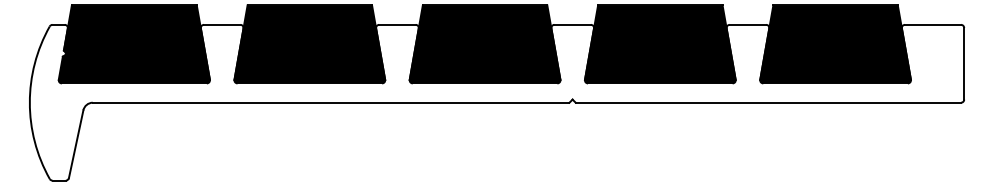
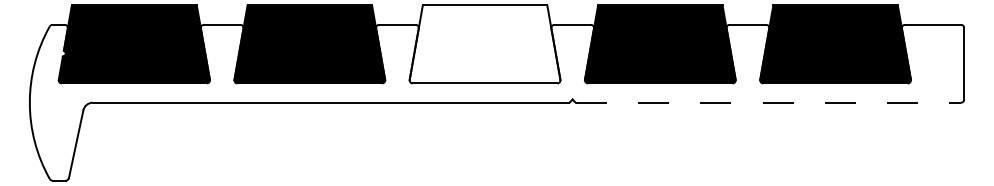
fill at (484, 44): present -> none
line at (768, 102): solid -> dashed
